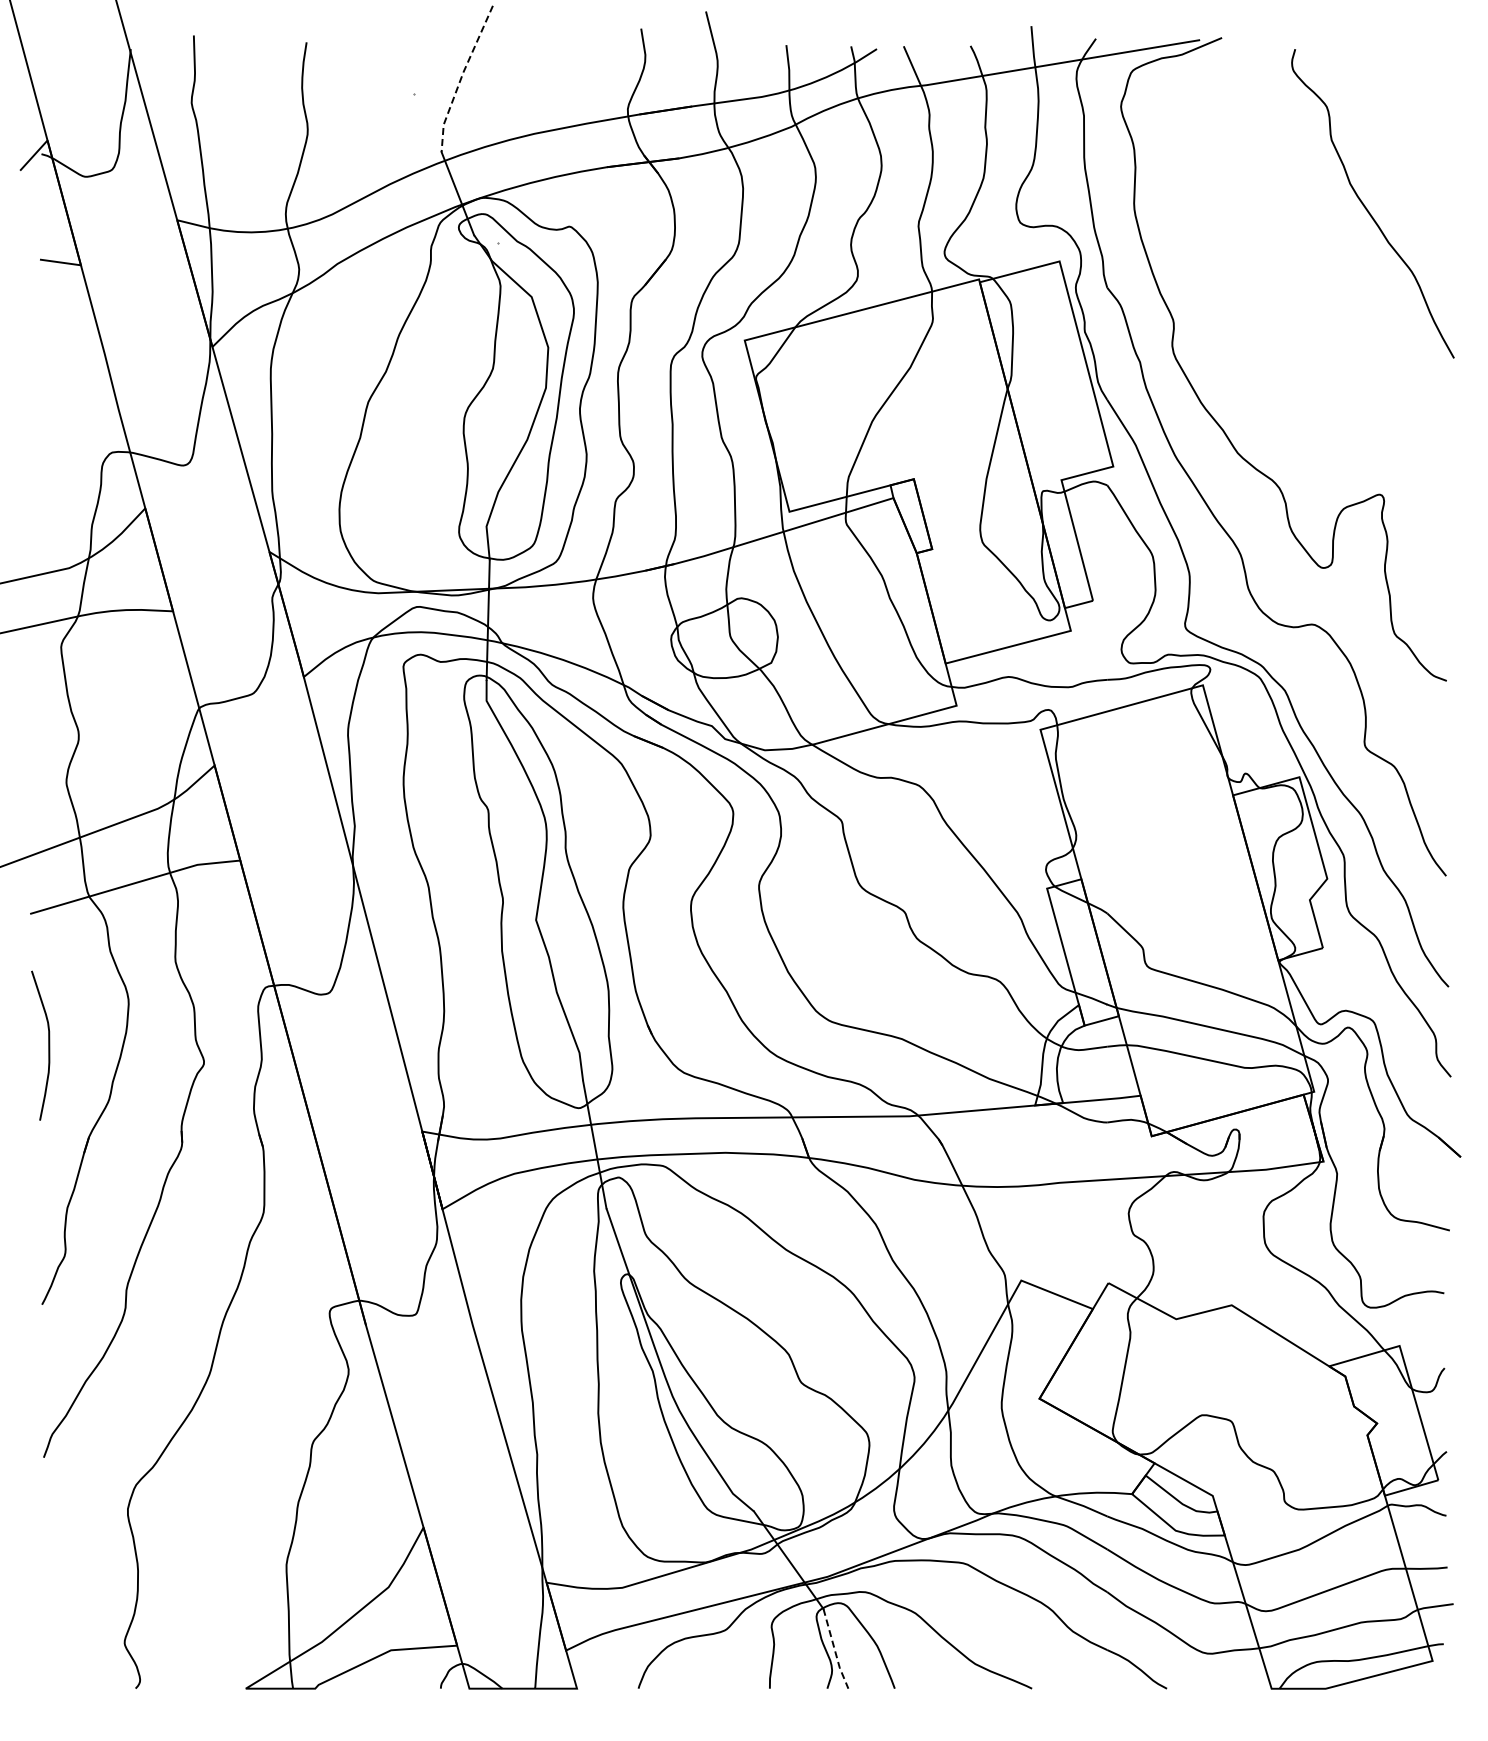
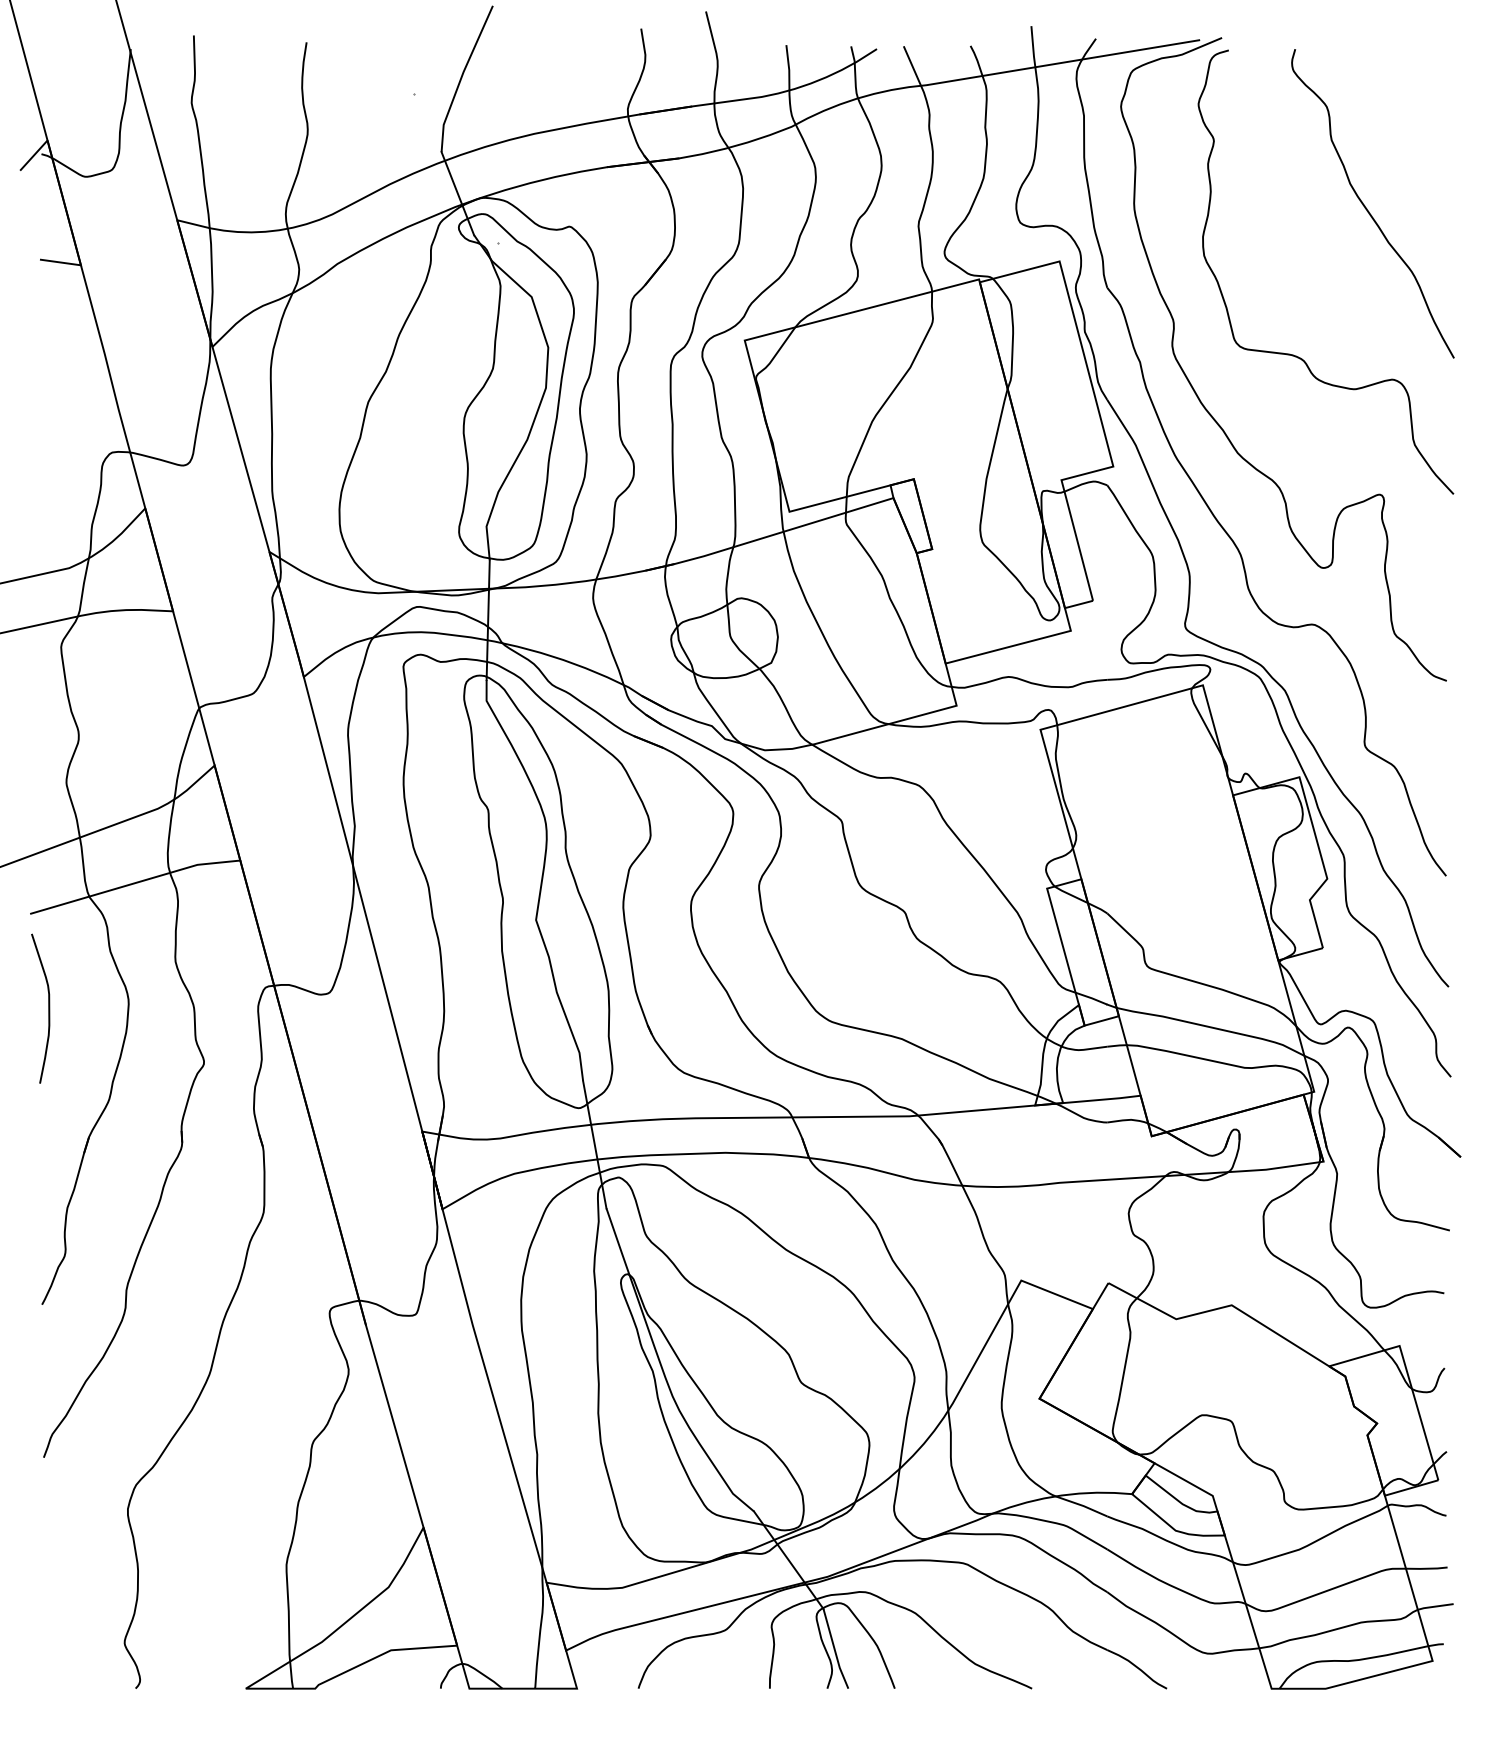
line at (461, 77): dashed -> solid
curve at (1296, 355): none -> present
curve at (48, 1045) position: (48, 1045) -> (48, 1008)
line at (834, 1649): dashed -> solid
